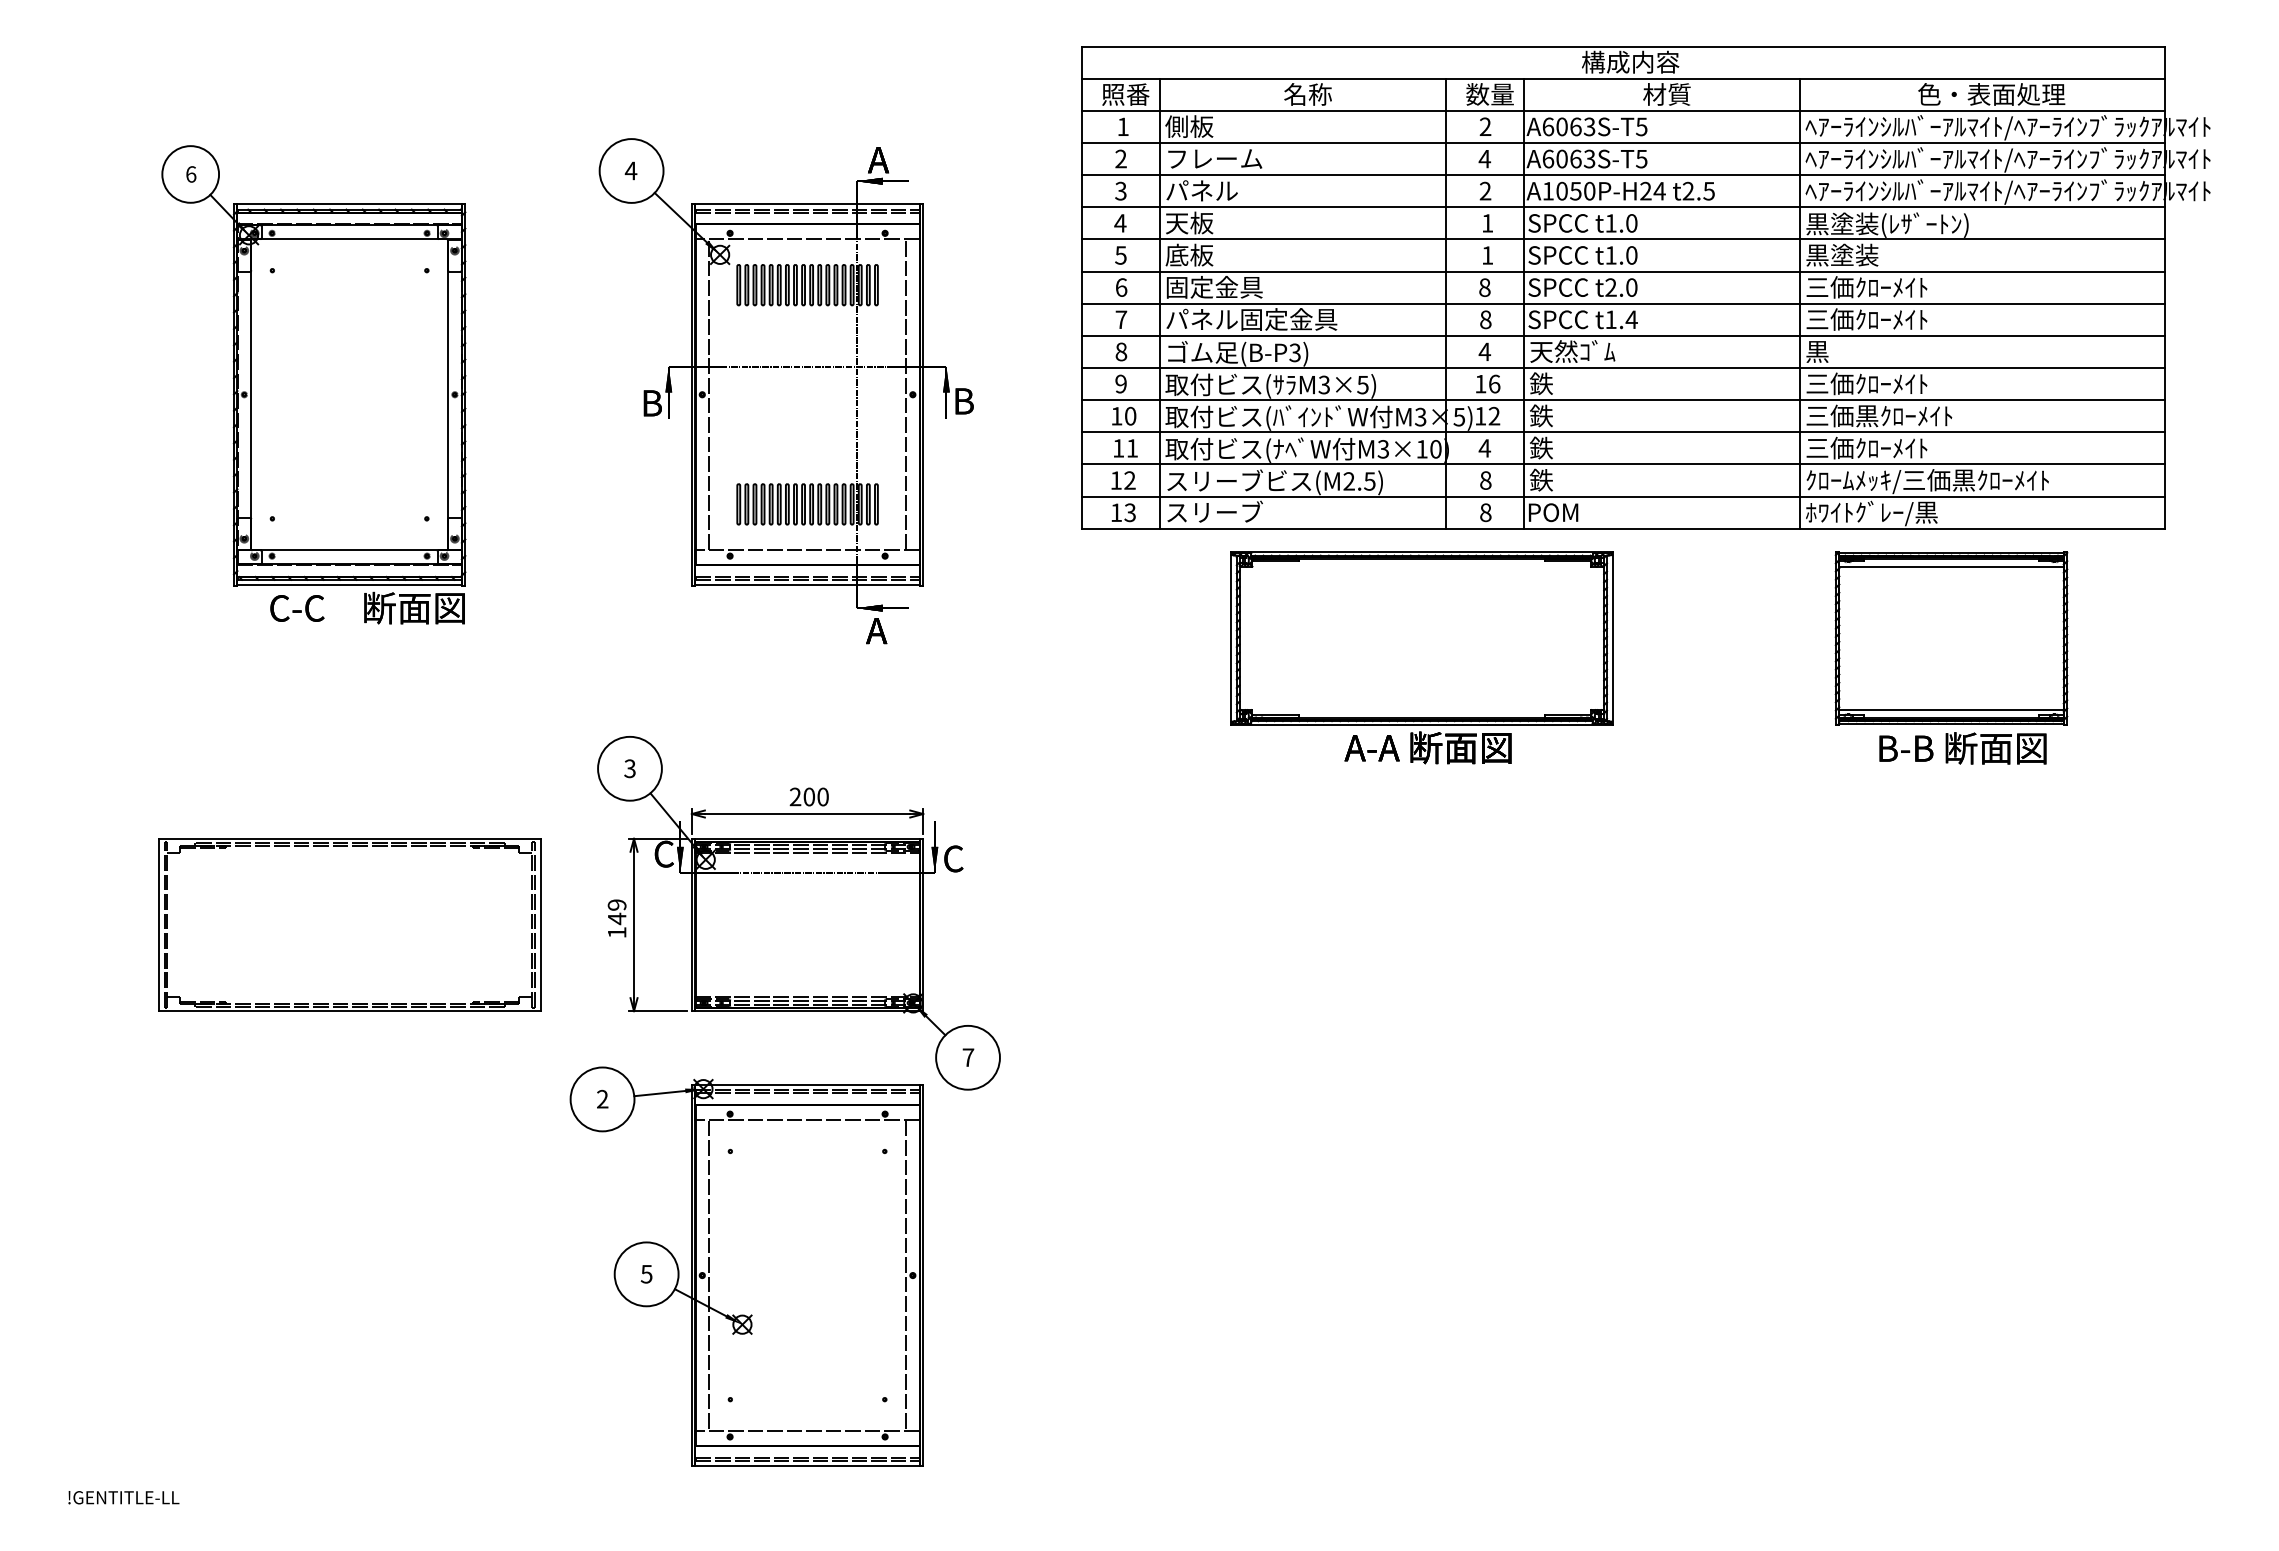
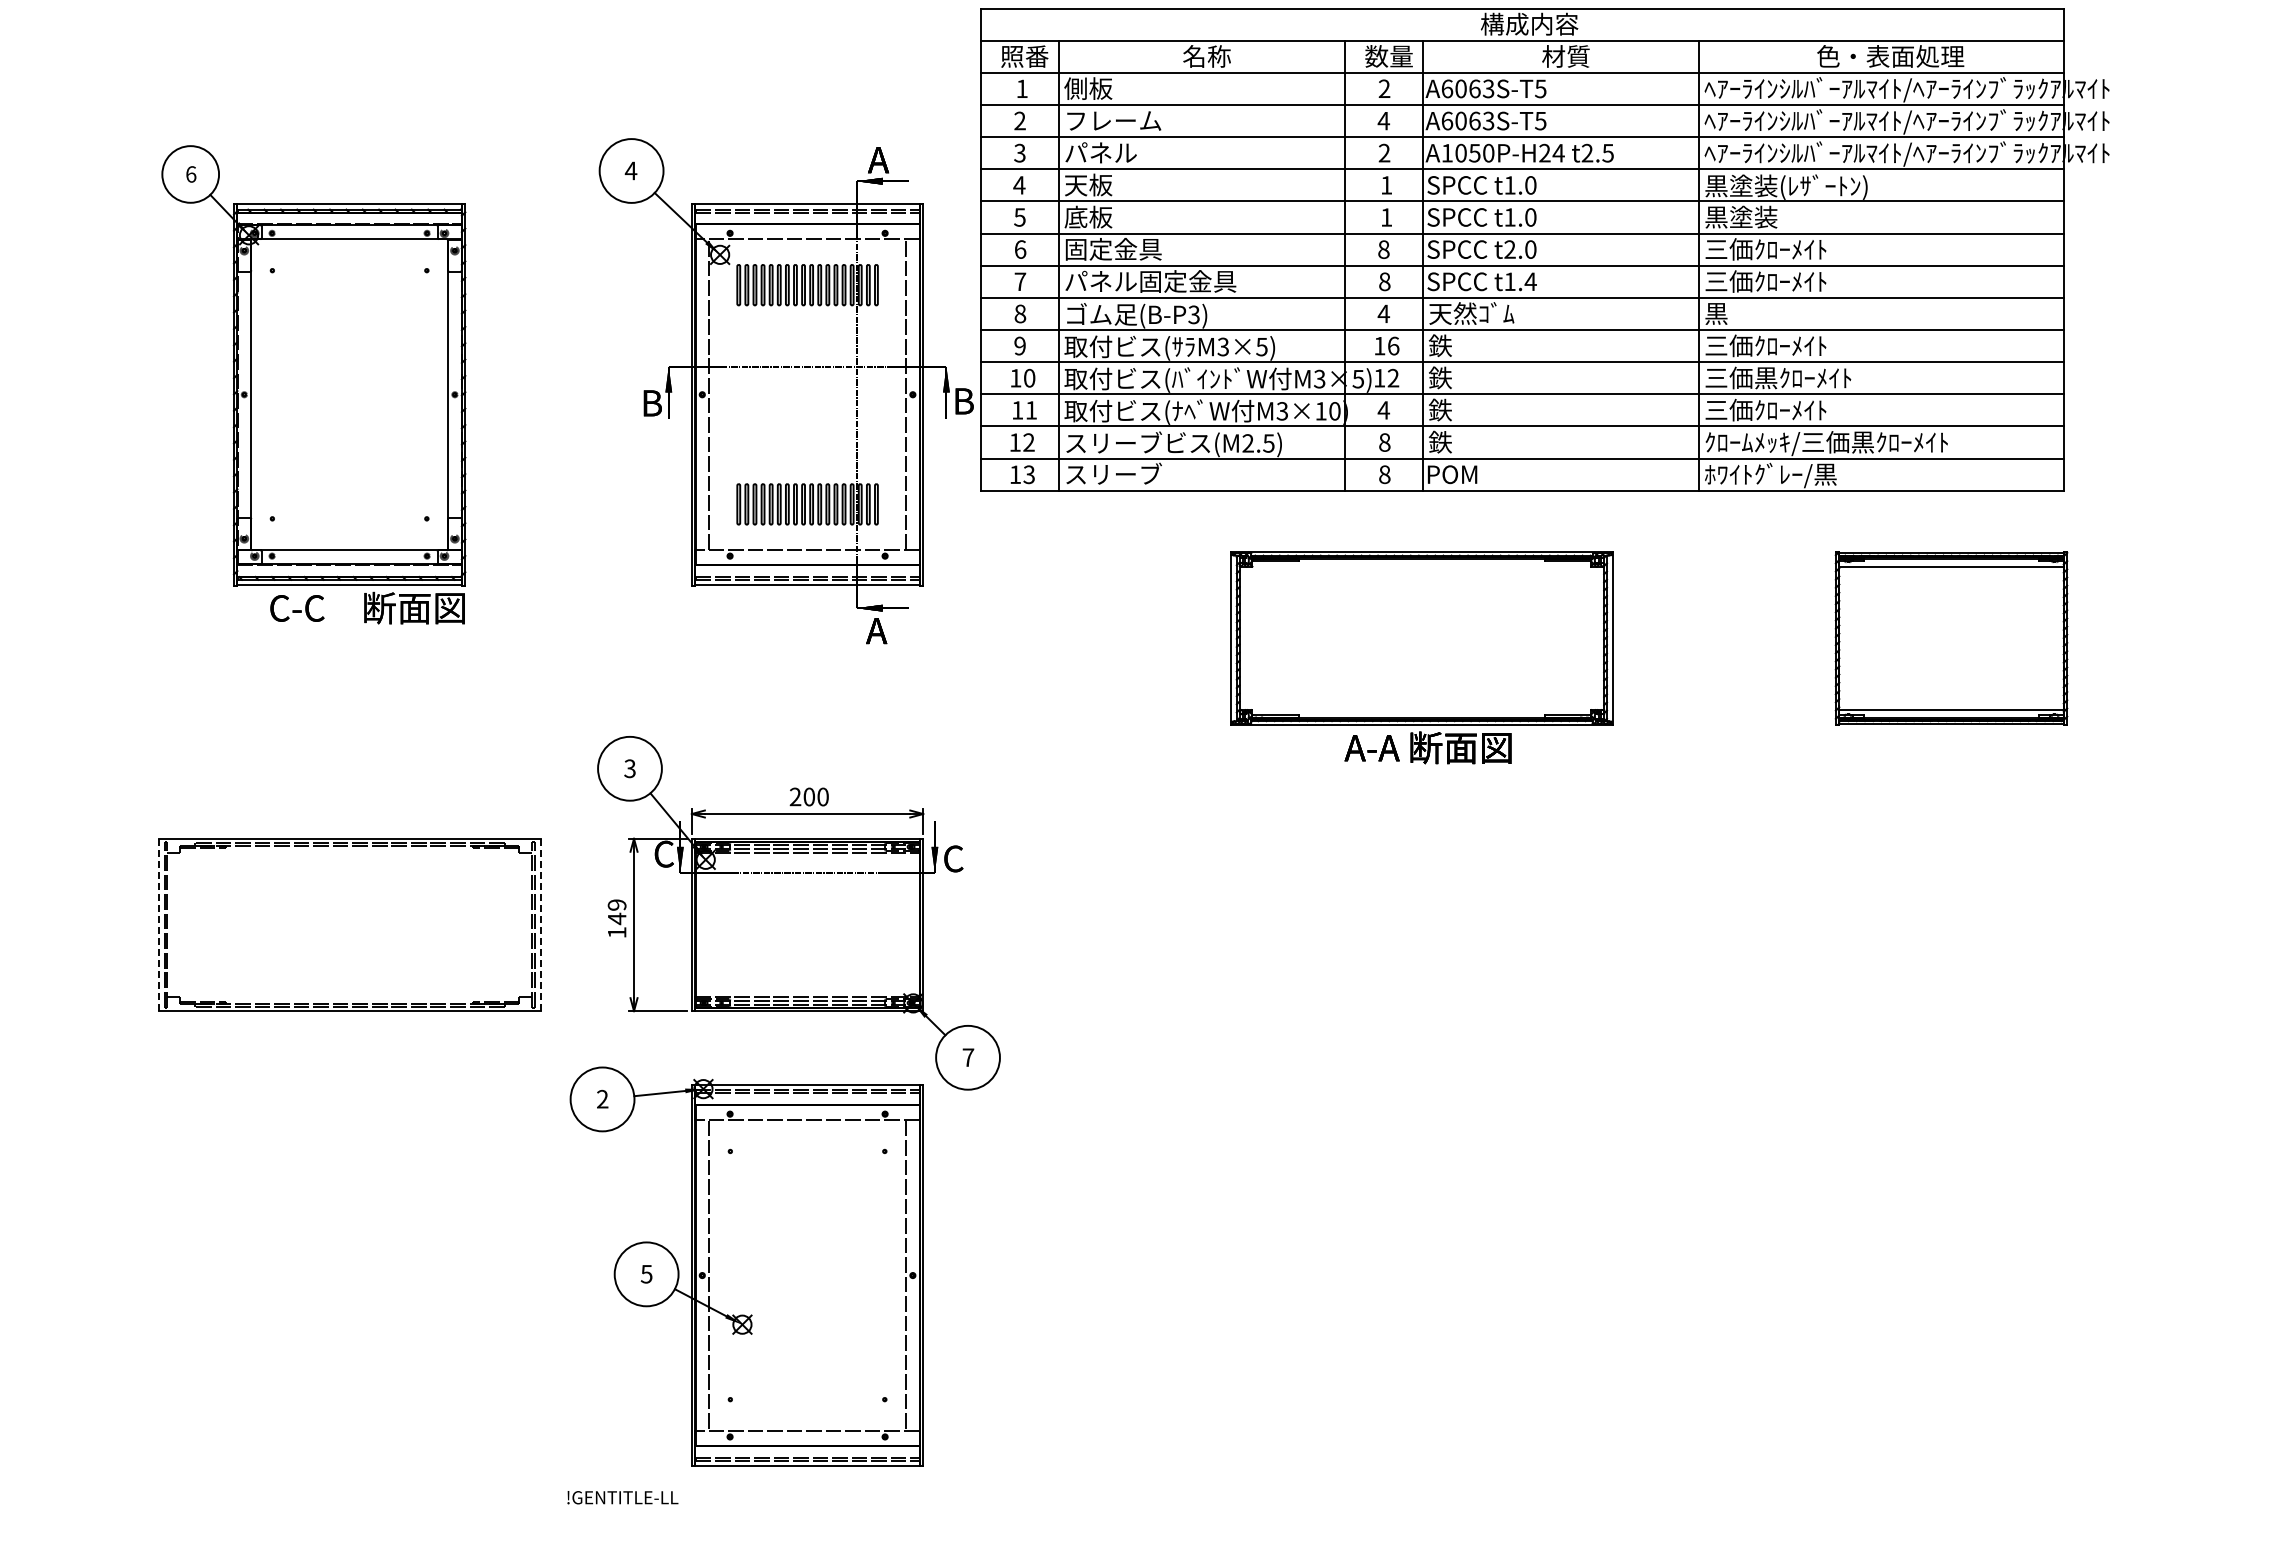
part at (1645, 287) position: (1645, 287) -> (1544, 249)
part at (1962, 748): present -> none
line at (158, 924): solid -> dashed
line at (540, 924): solid -> dashed
text at (123, 1497) position: (123, 1497) -> (622, 1497)
